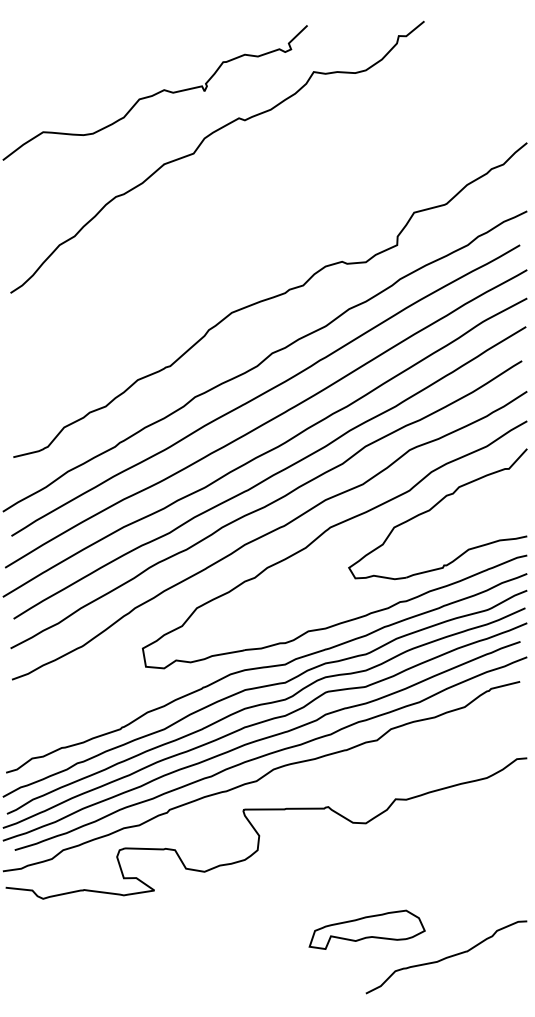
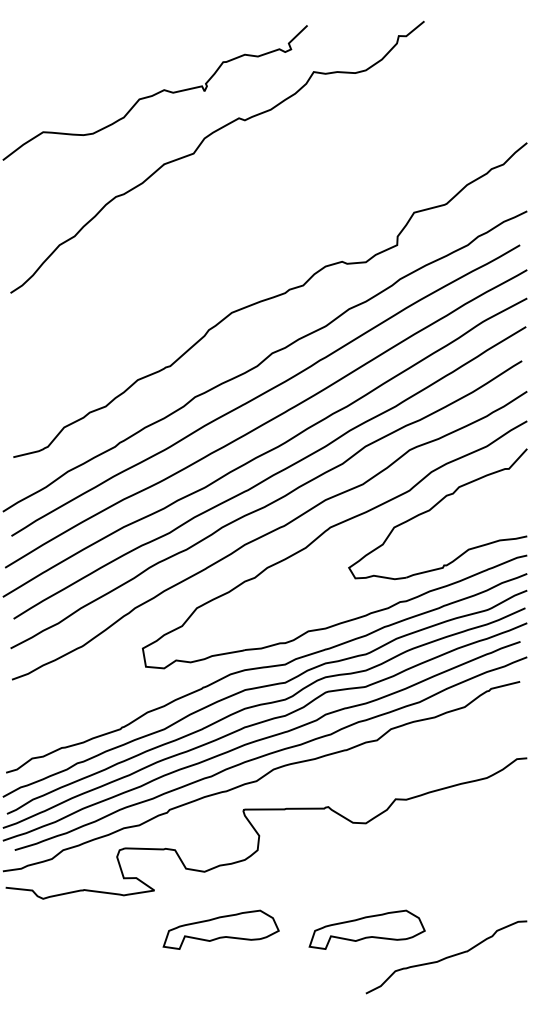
part at (220, 929): none -> present
